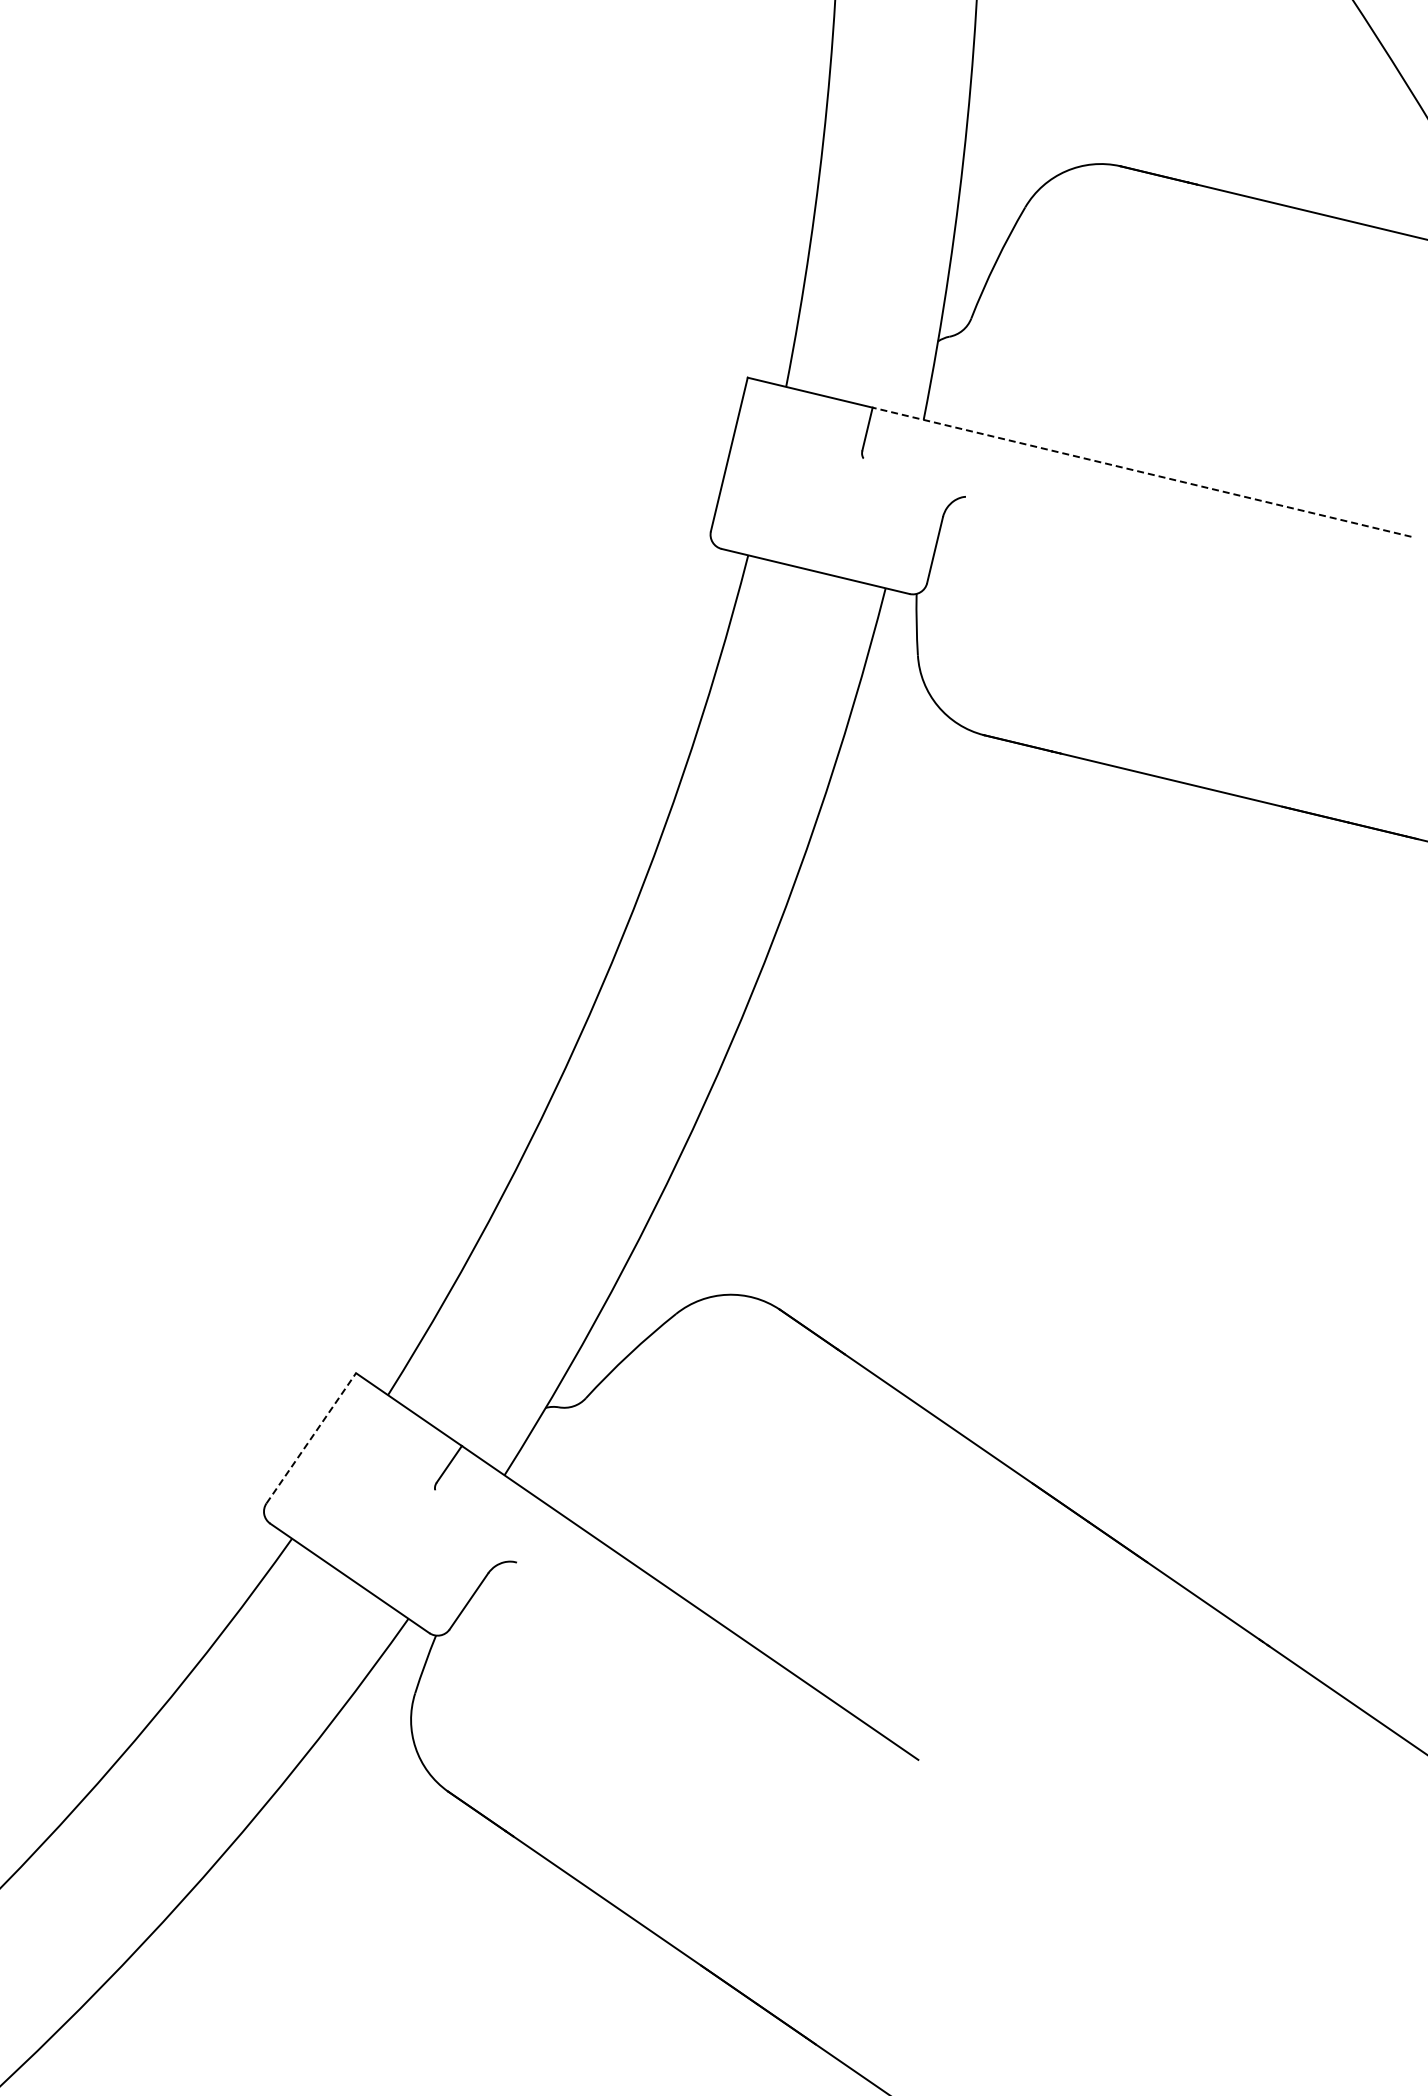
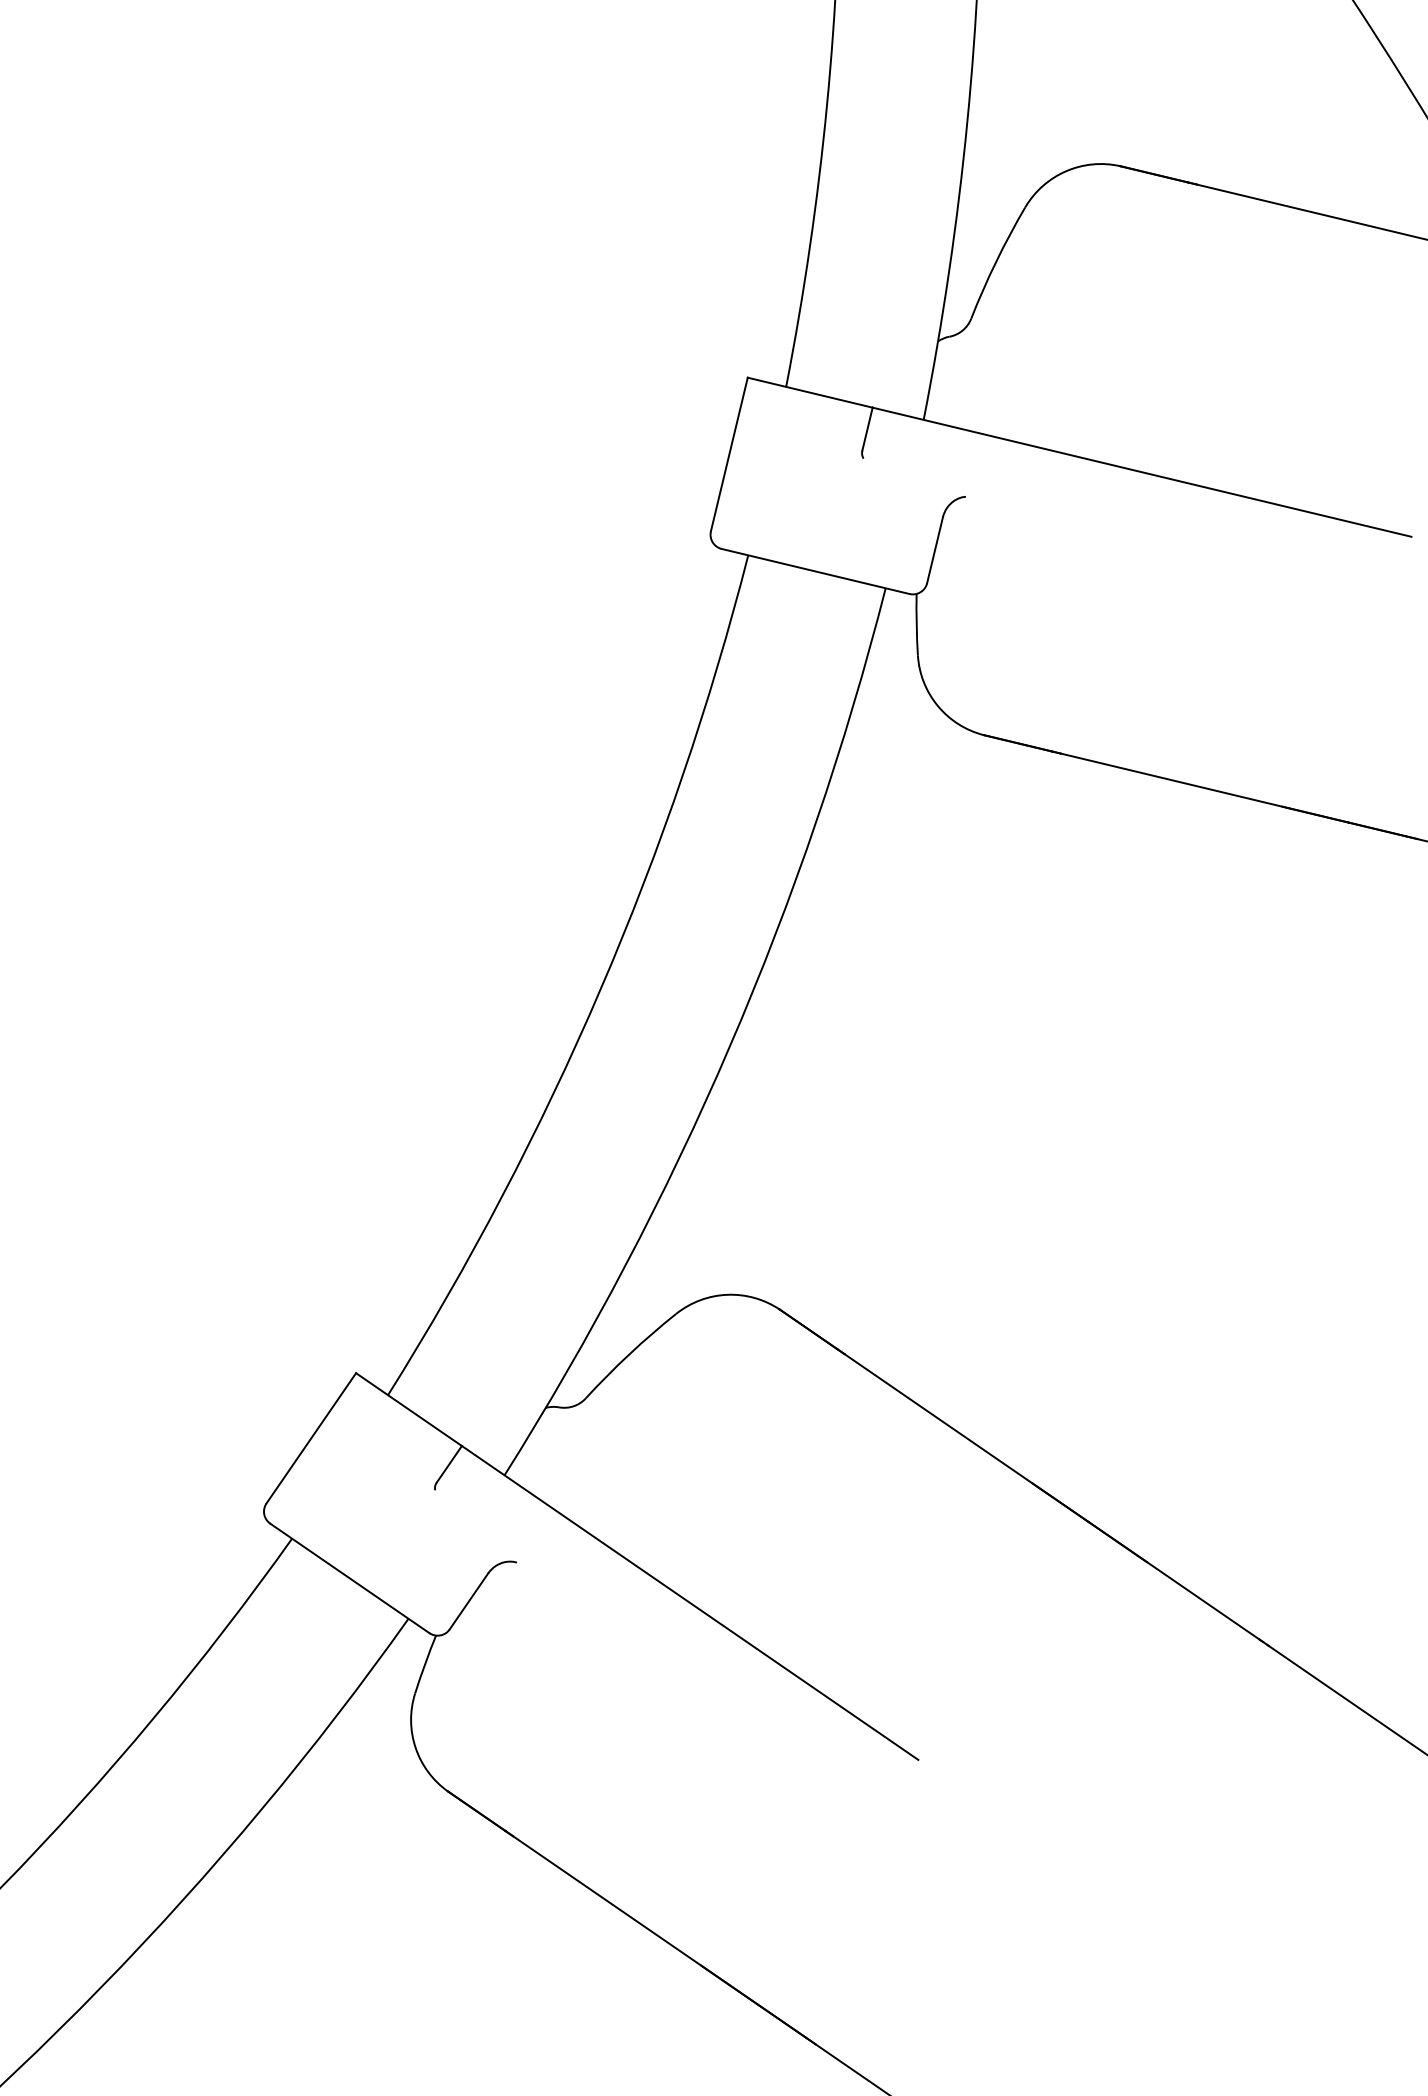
line at (1142, 472): dashed -> solid
line at (311, 1438): dashed -> solid
